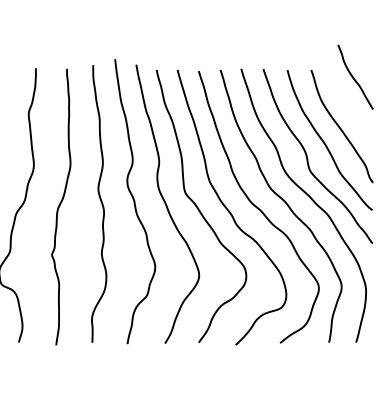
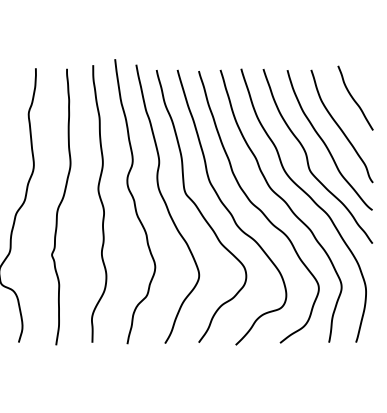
curve at (354, 77) position: (354, 77) -> (354, 98)
